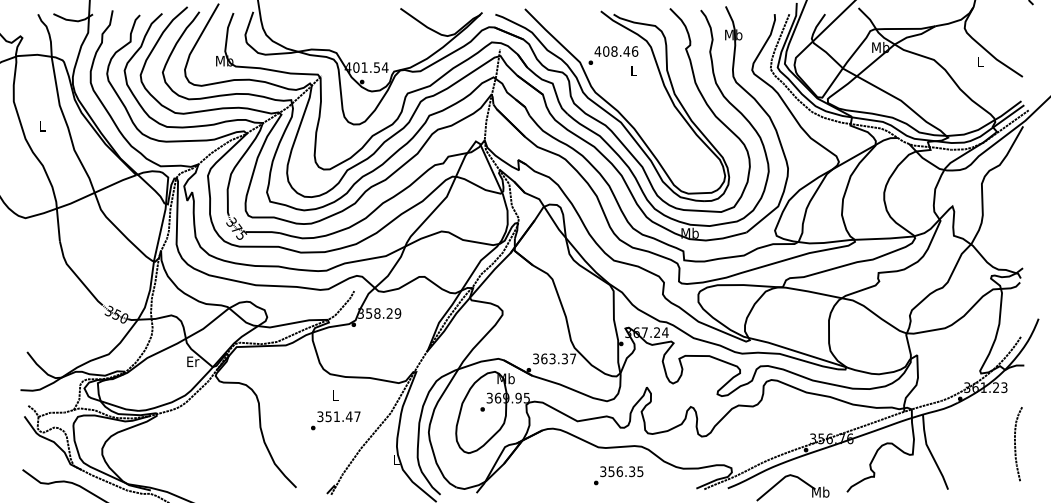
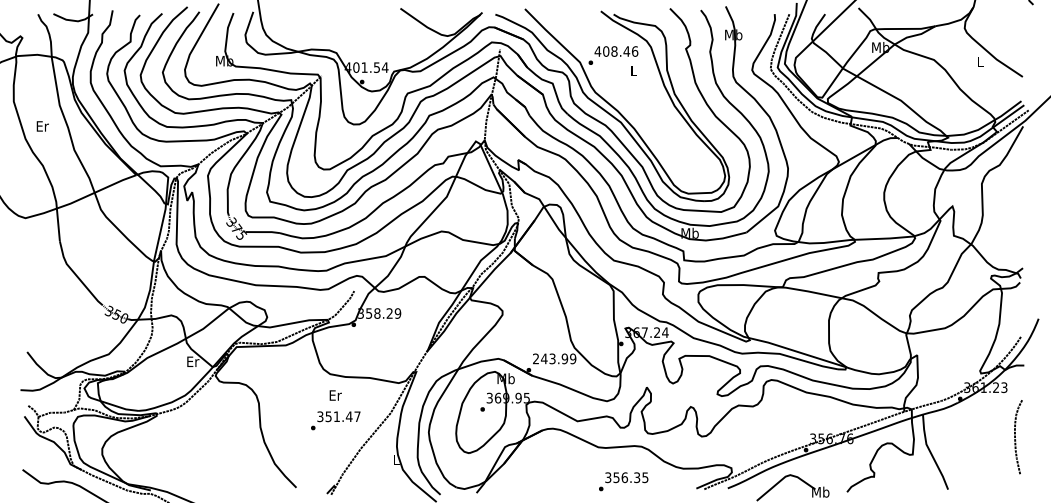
text at (42, 126): L -> Er
text at (554, 358): 363.37 -> 243.99
text at (335, 395): L -> Er
curve at (1015, 444) position: (1015, 444) -> (1015, 437)
text at (618, 475) position: (618, 475) -> (623, 481)
